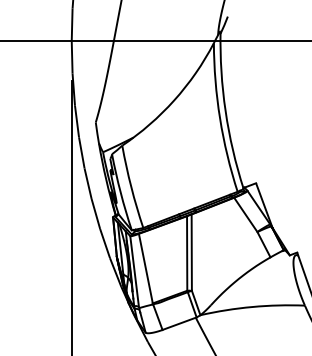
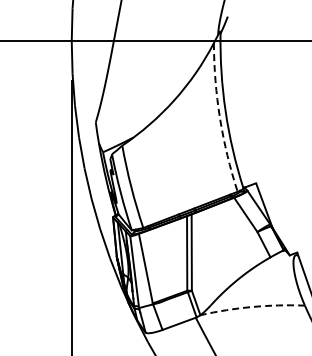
arc at (220, 118): solid -> dashed
arc at (252, 306): solid -> dashed
